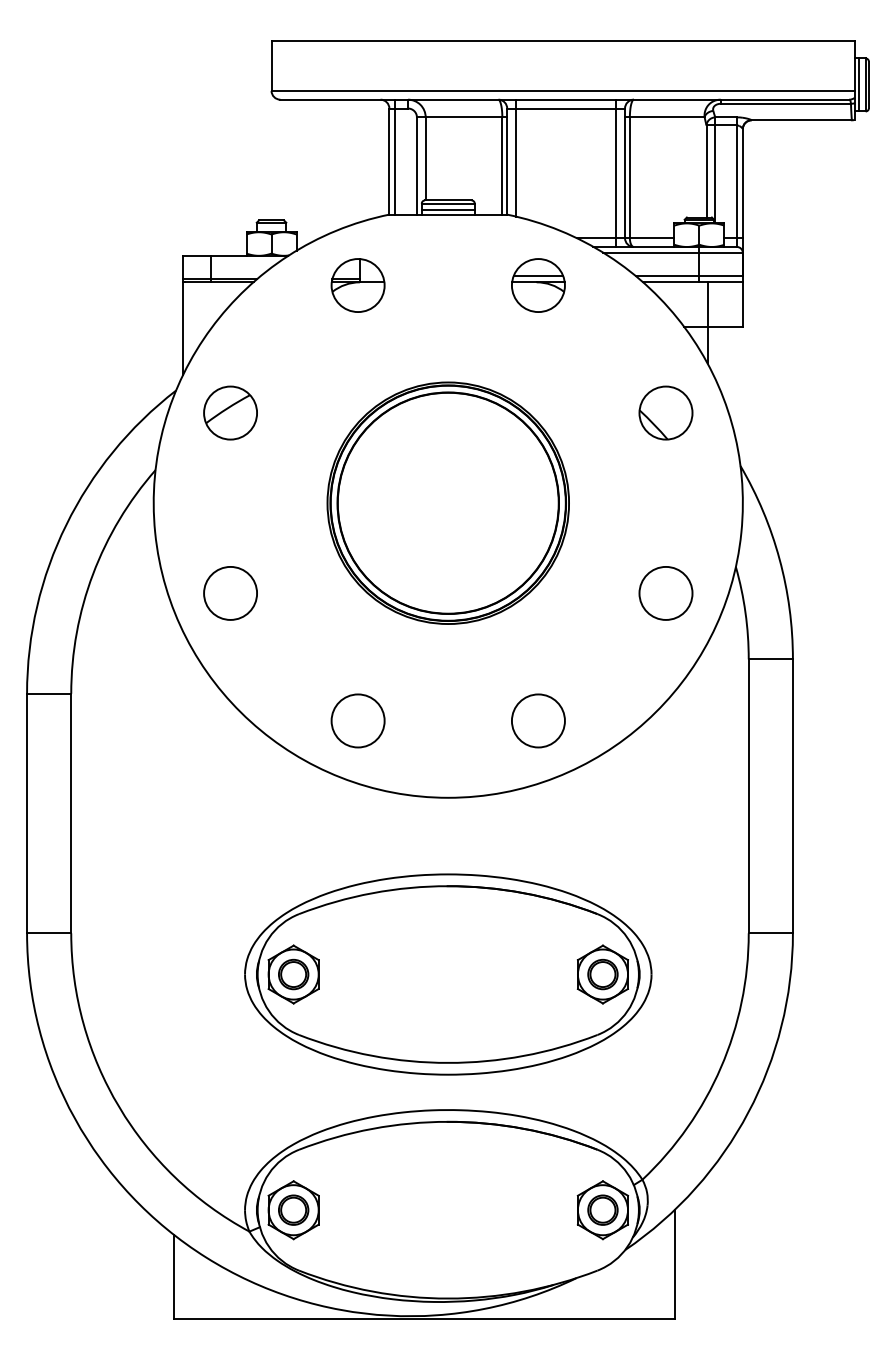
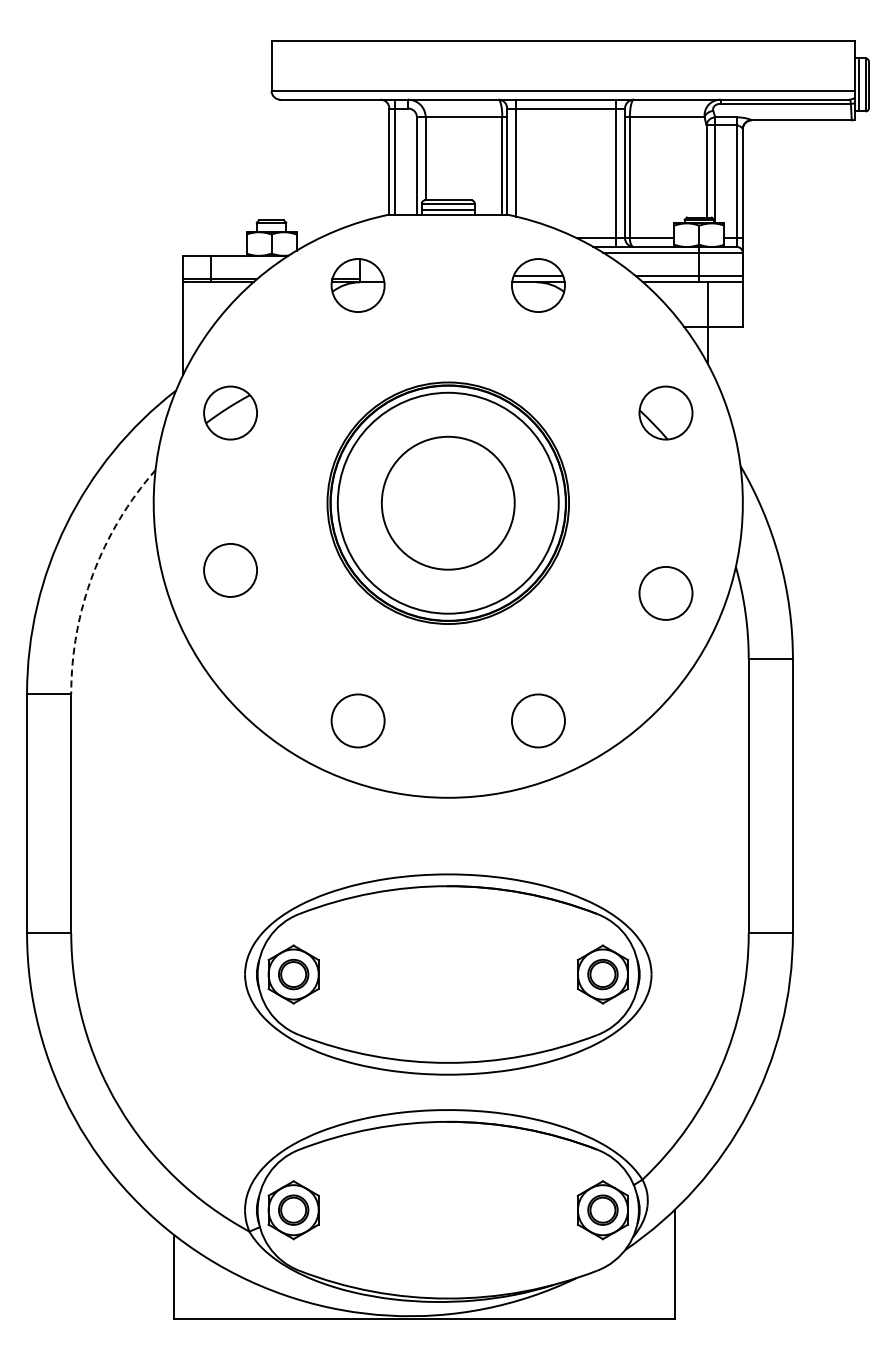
circle at (448, 503) diameter: 222 px -> 133 px
arc at (93, 574): solid -> dashed
circle at (230, 593) position: (230, 593) -> (230, 570)
